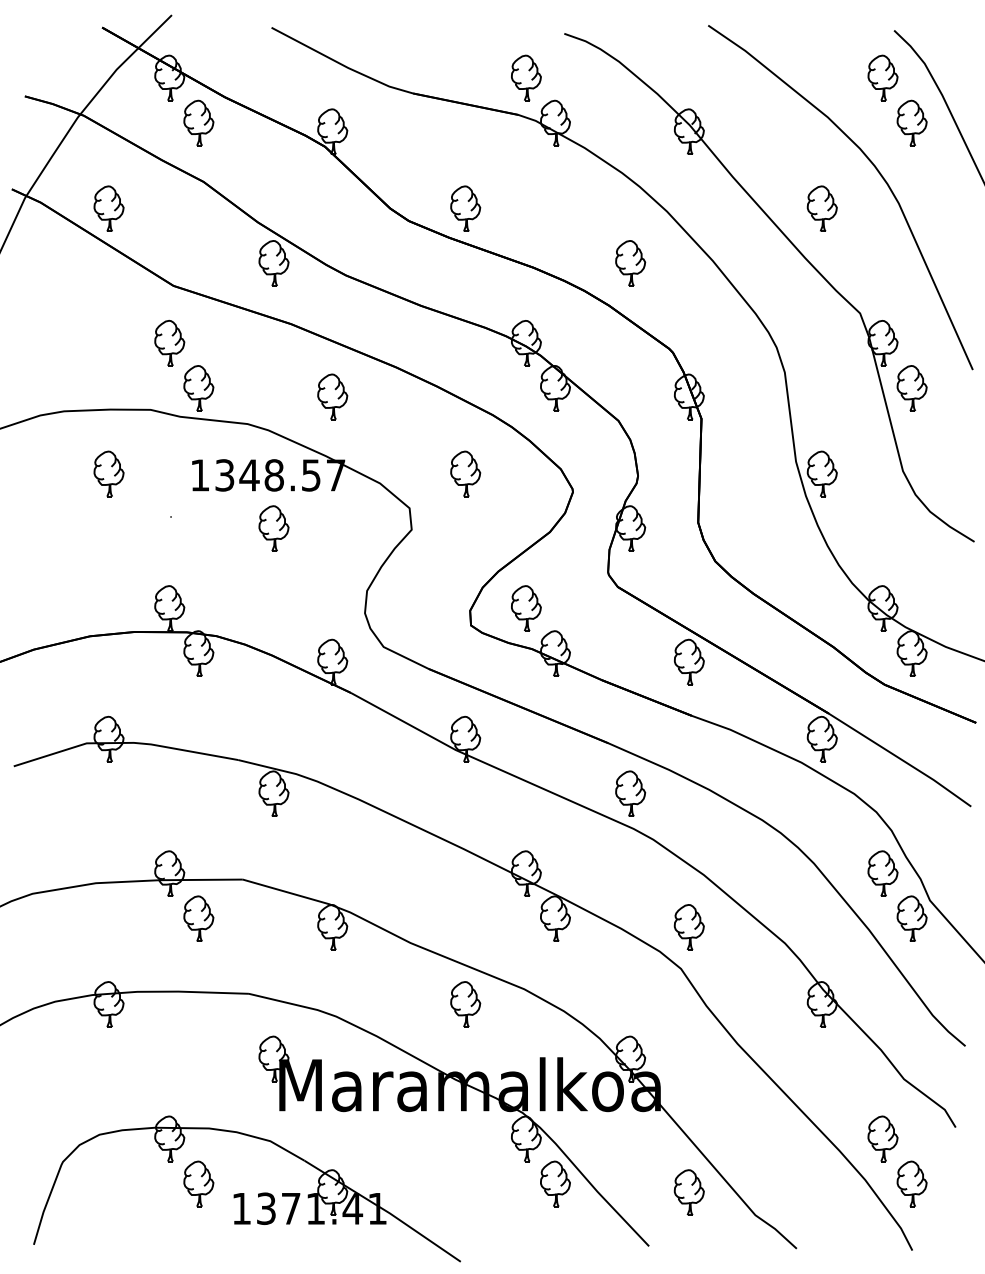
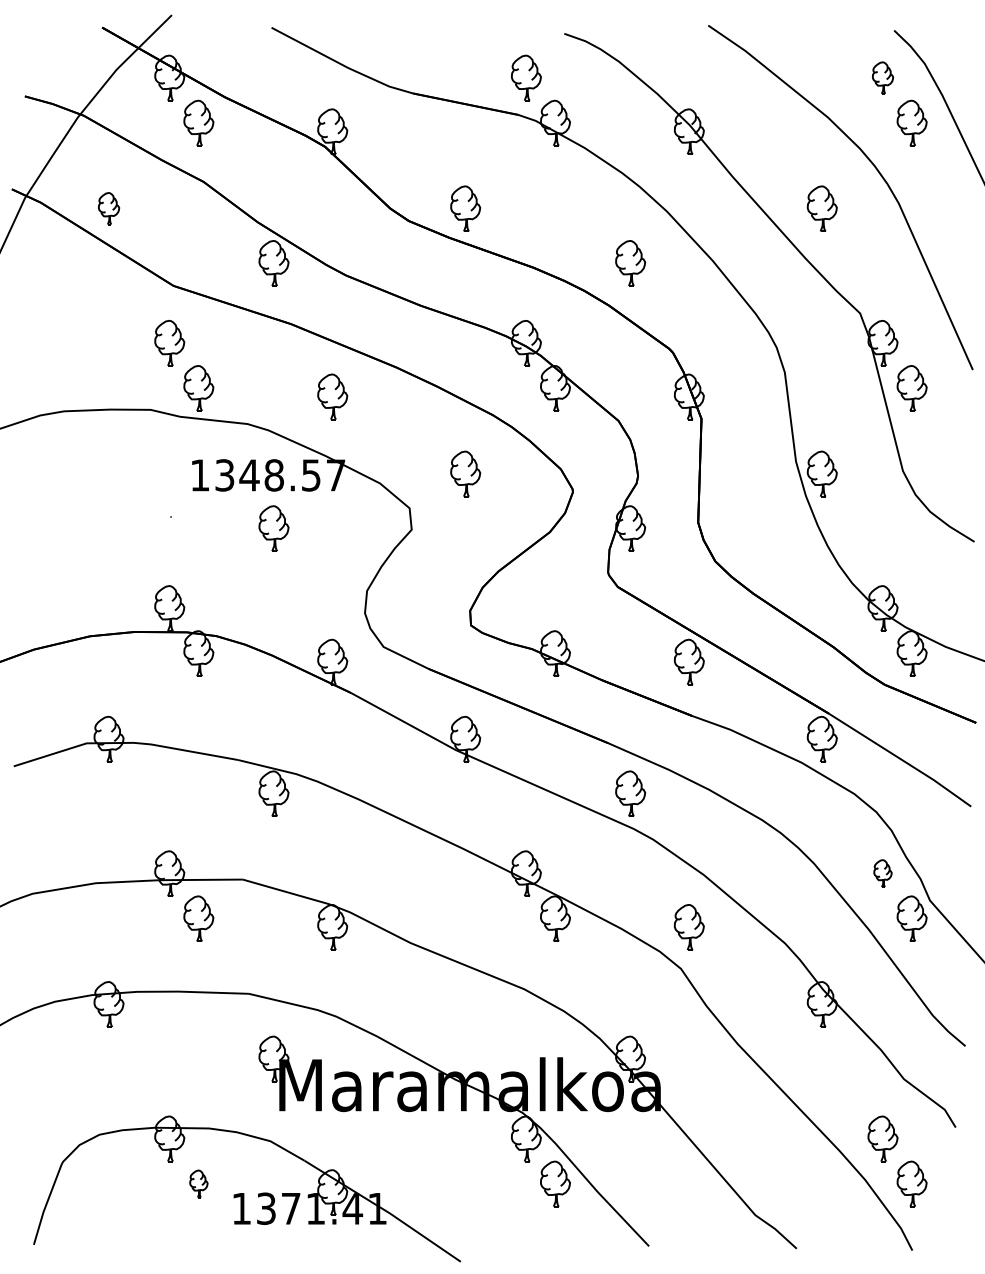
part at (882, 77) size: 32x48 px -> 23x34 px
part at (108, 208) size: 32x47 px -> 23x34 px
part at (108, 473): present -> none
part at (526, 608): present -> none
part at (882, 873) size: 32x47 px -> 20x29 px
part at (465, 1004): present -> none
part at (198, 1183) size: 32x48 px -> 20x30 px
part at (688, 1192): present -> none
